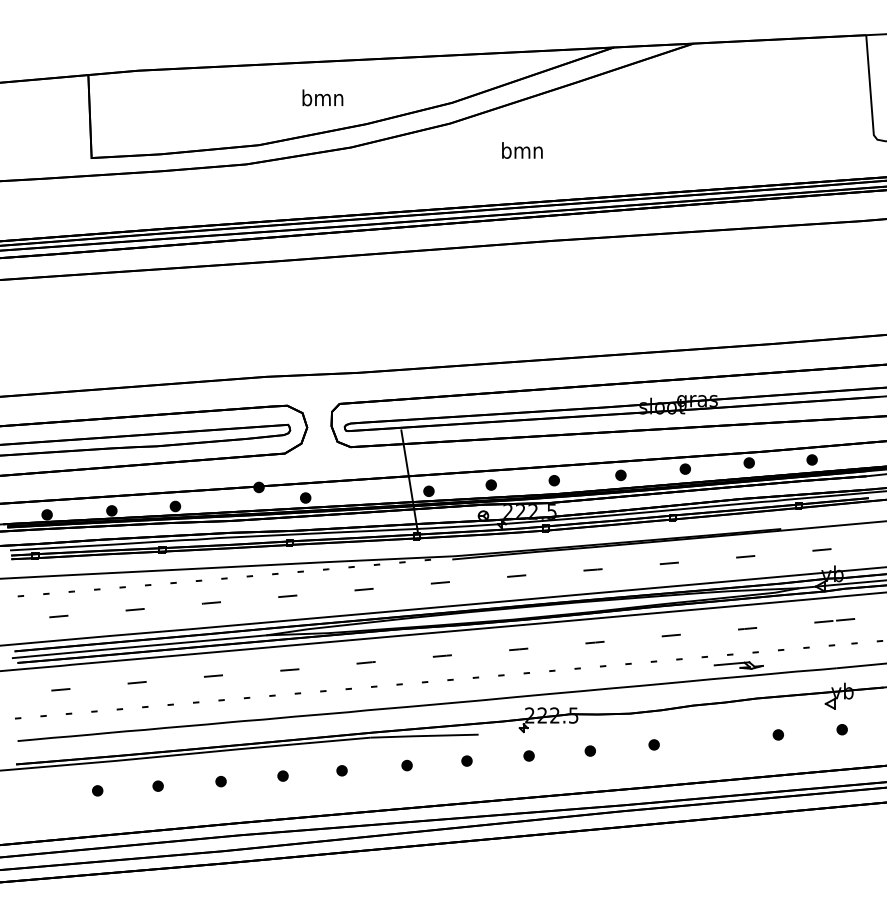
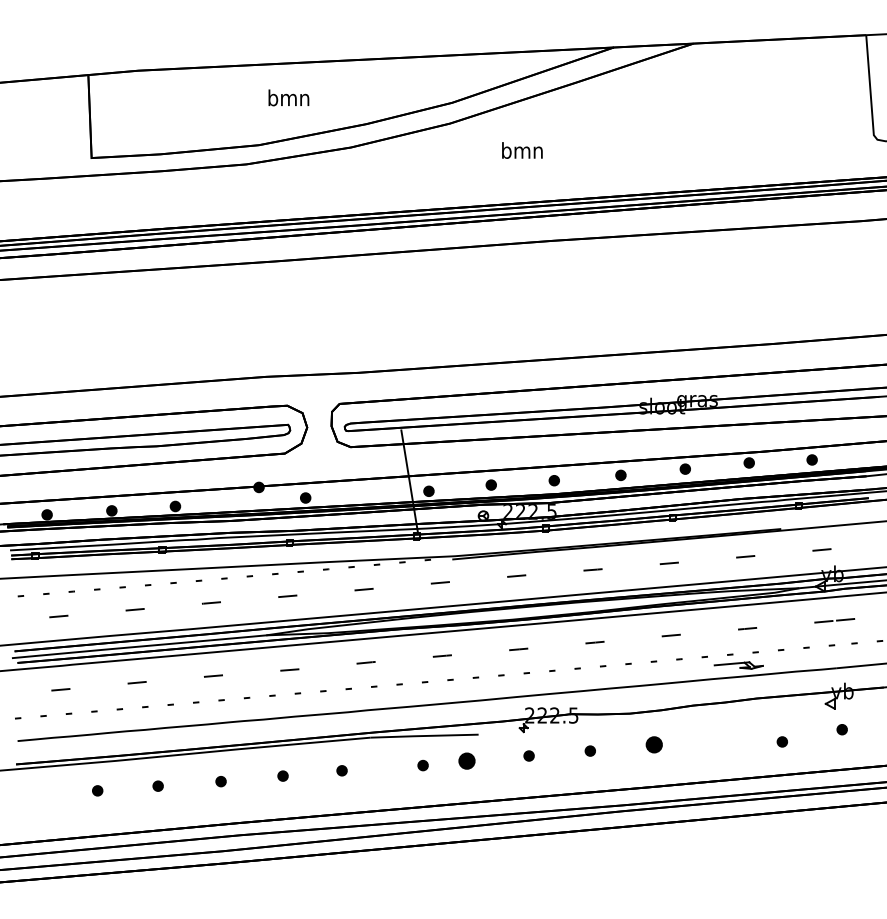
text at (322, 97) position: (322, 97) -> (288, 97)
part at (777, 734) position: (777, 734) -> (781, 741)
part at (653, 744) size: 12x12 px -> 18x18 px
part at (466, 760) size: 12x12 px -> 18x18 px
part at (406, 765) position: (406, 765) -> (422, 765)
